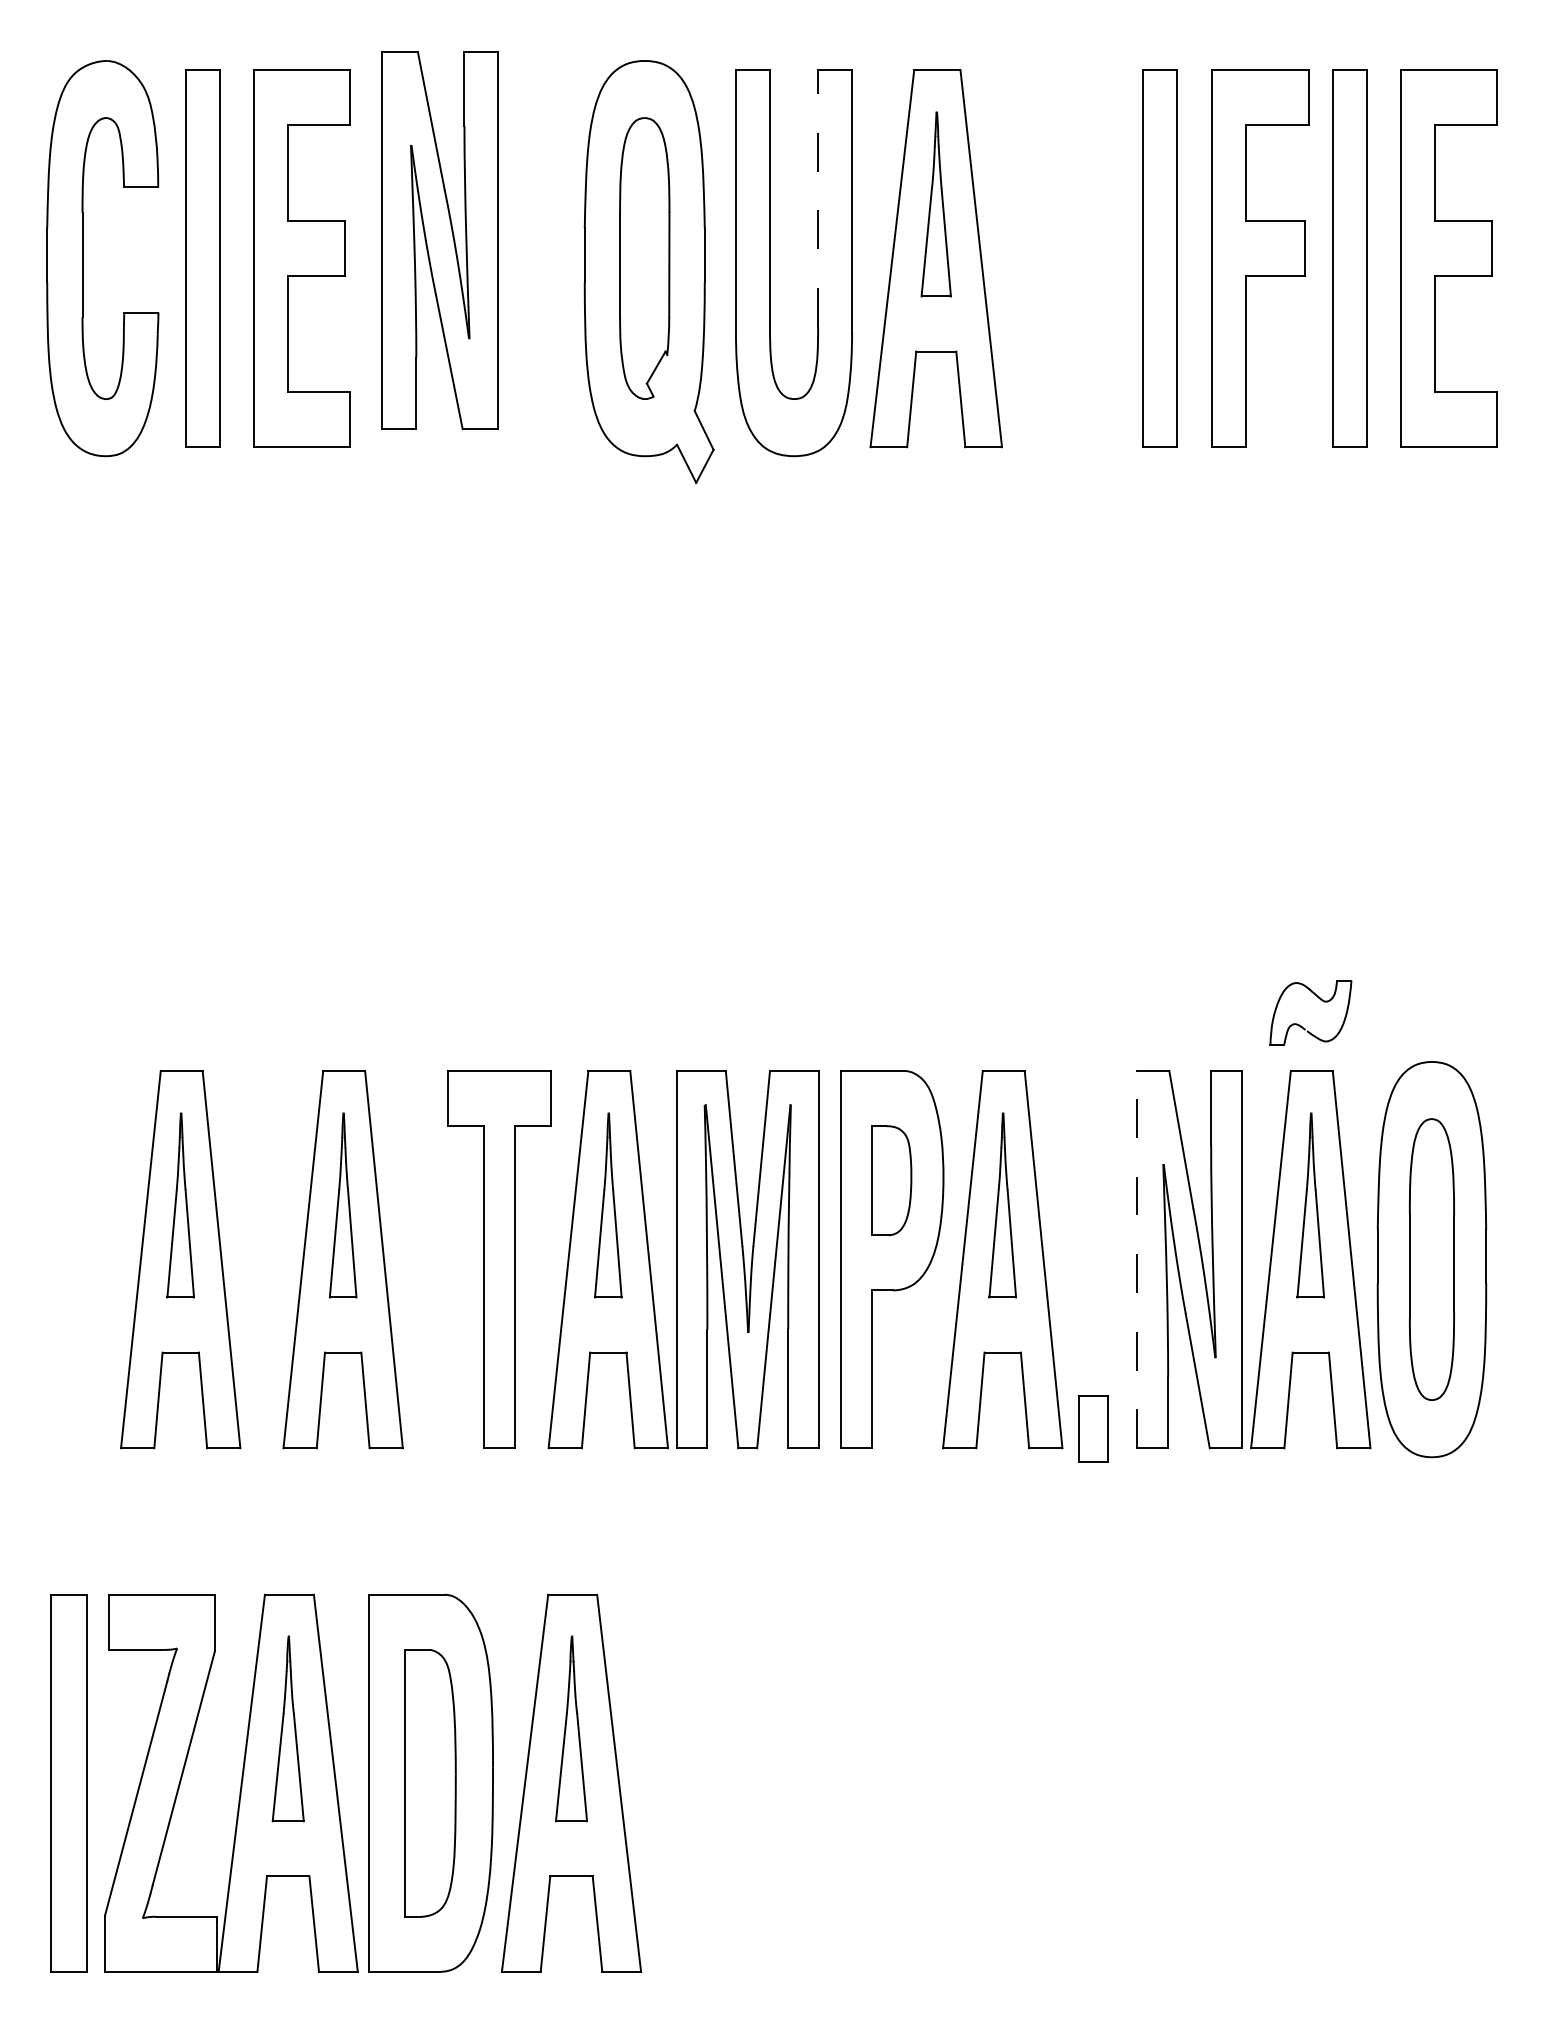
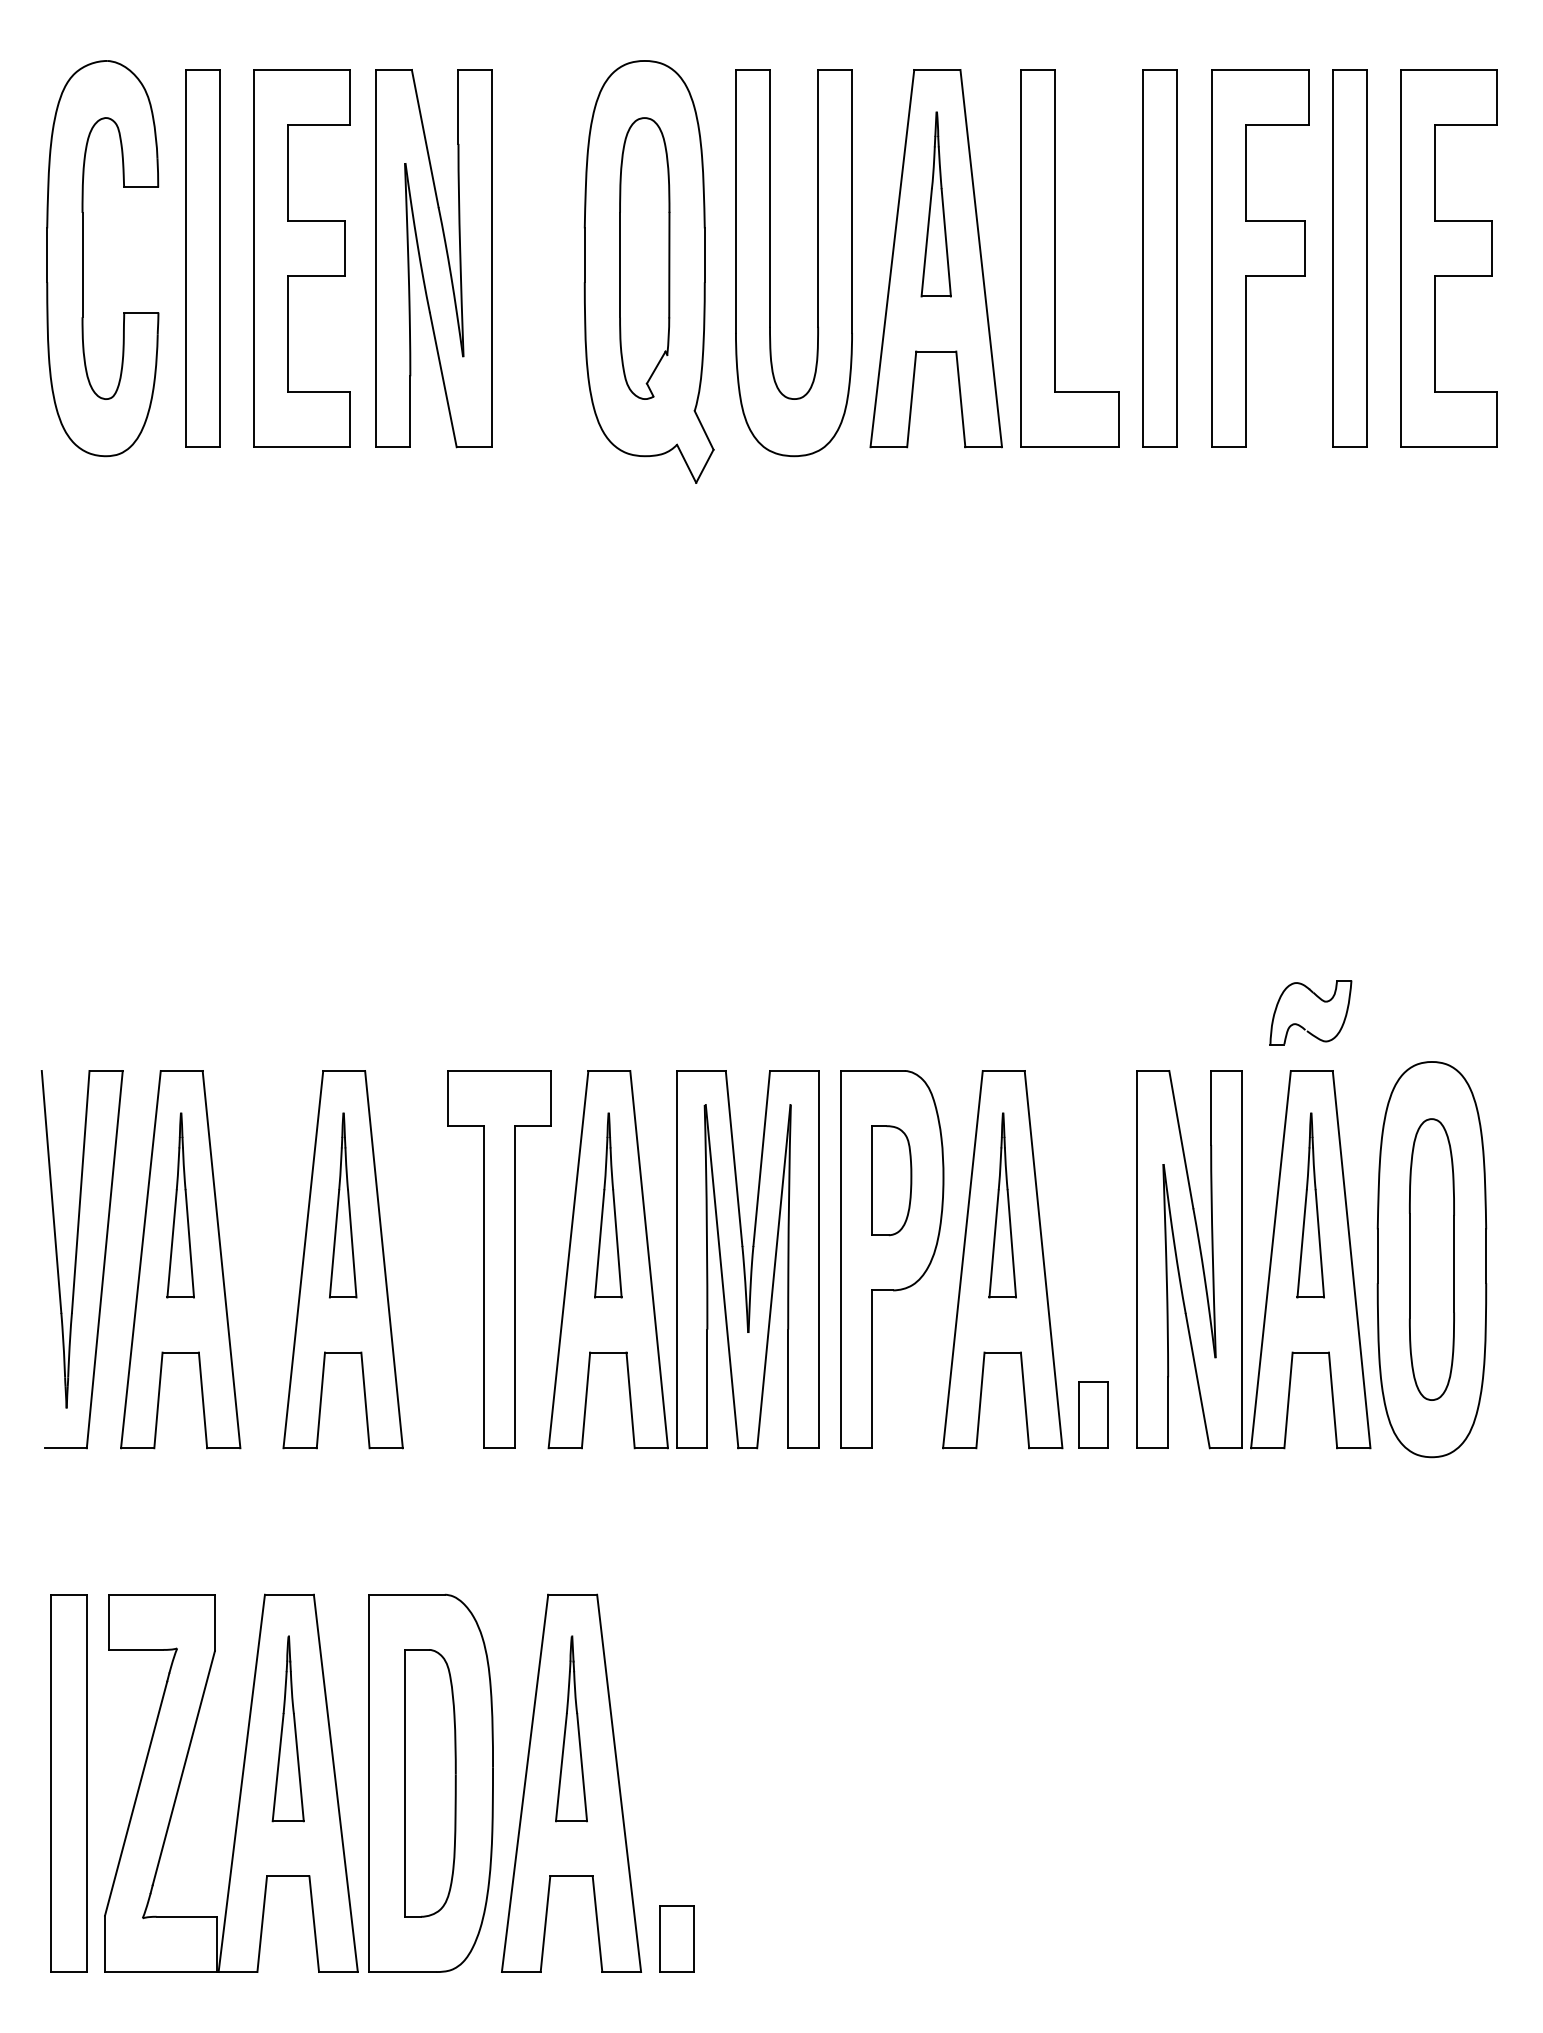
line at (818, 197): dashed -> solid
part at (439, 240) position: (439, 240) -> (433, 258)
part at (1055, 258): none -> present
part at (81, 1259): none -> present
line at (1137, 1259): dashed -> solid
part at (1093, 1428) position: (1093, 1428) -> (1093, 1414)
part at (676, 1938): none -> present
